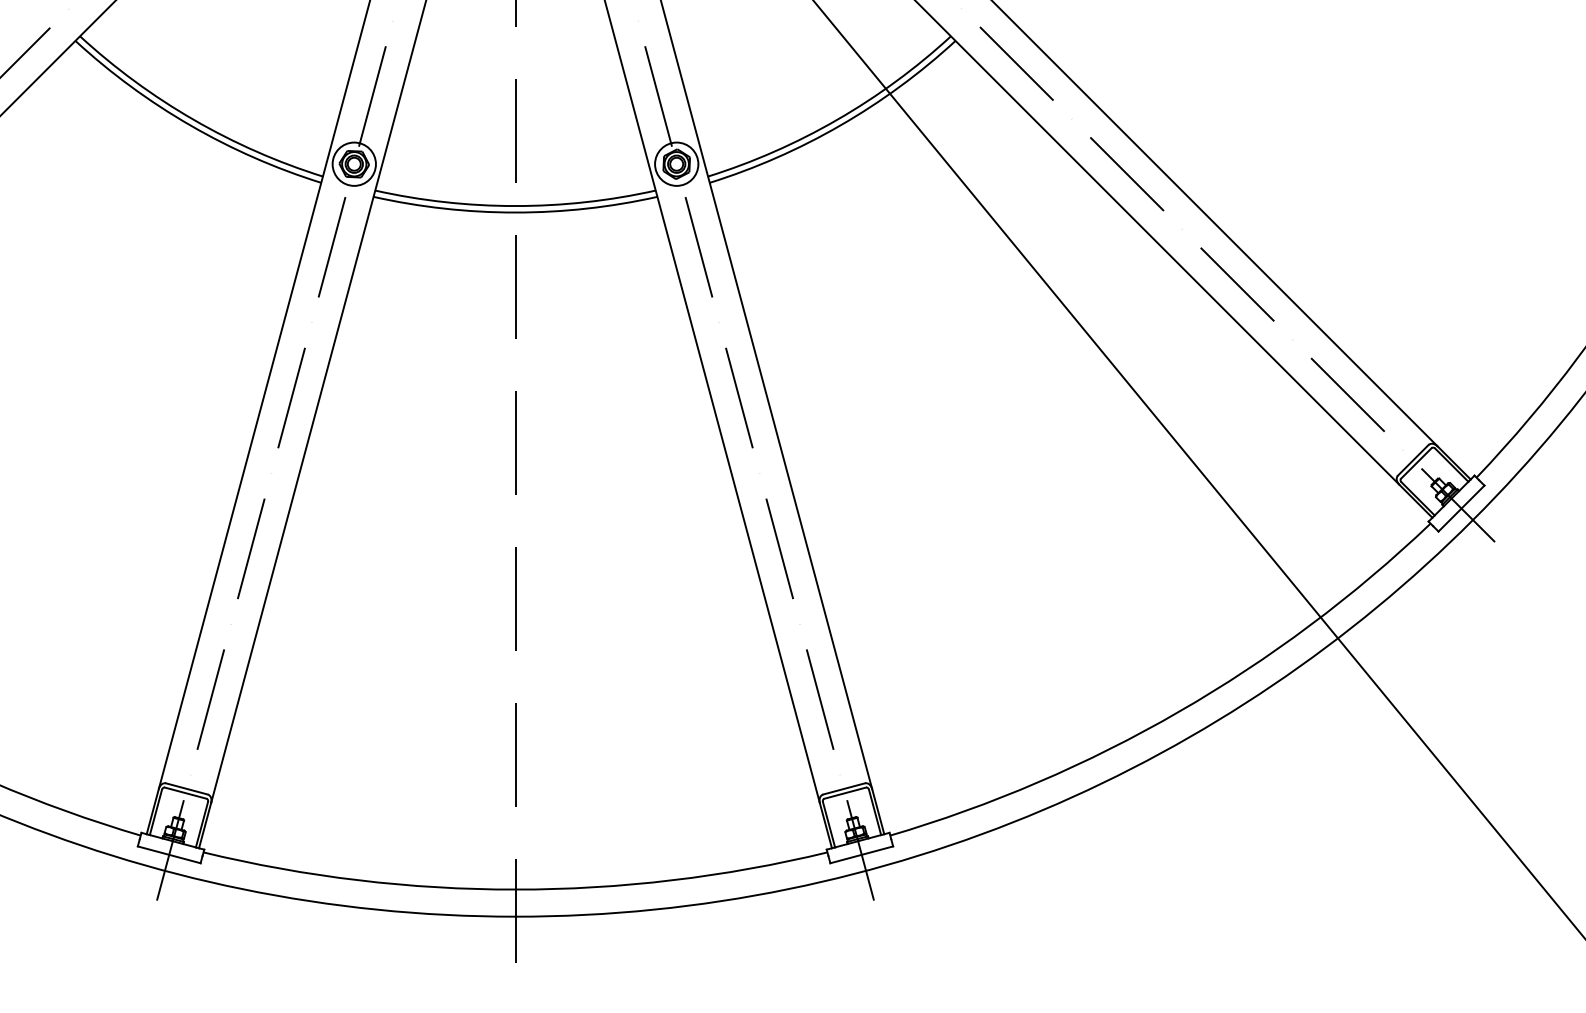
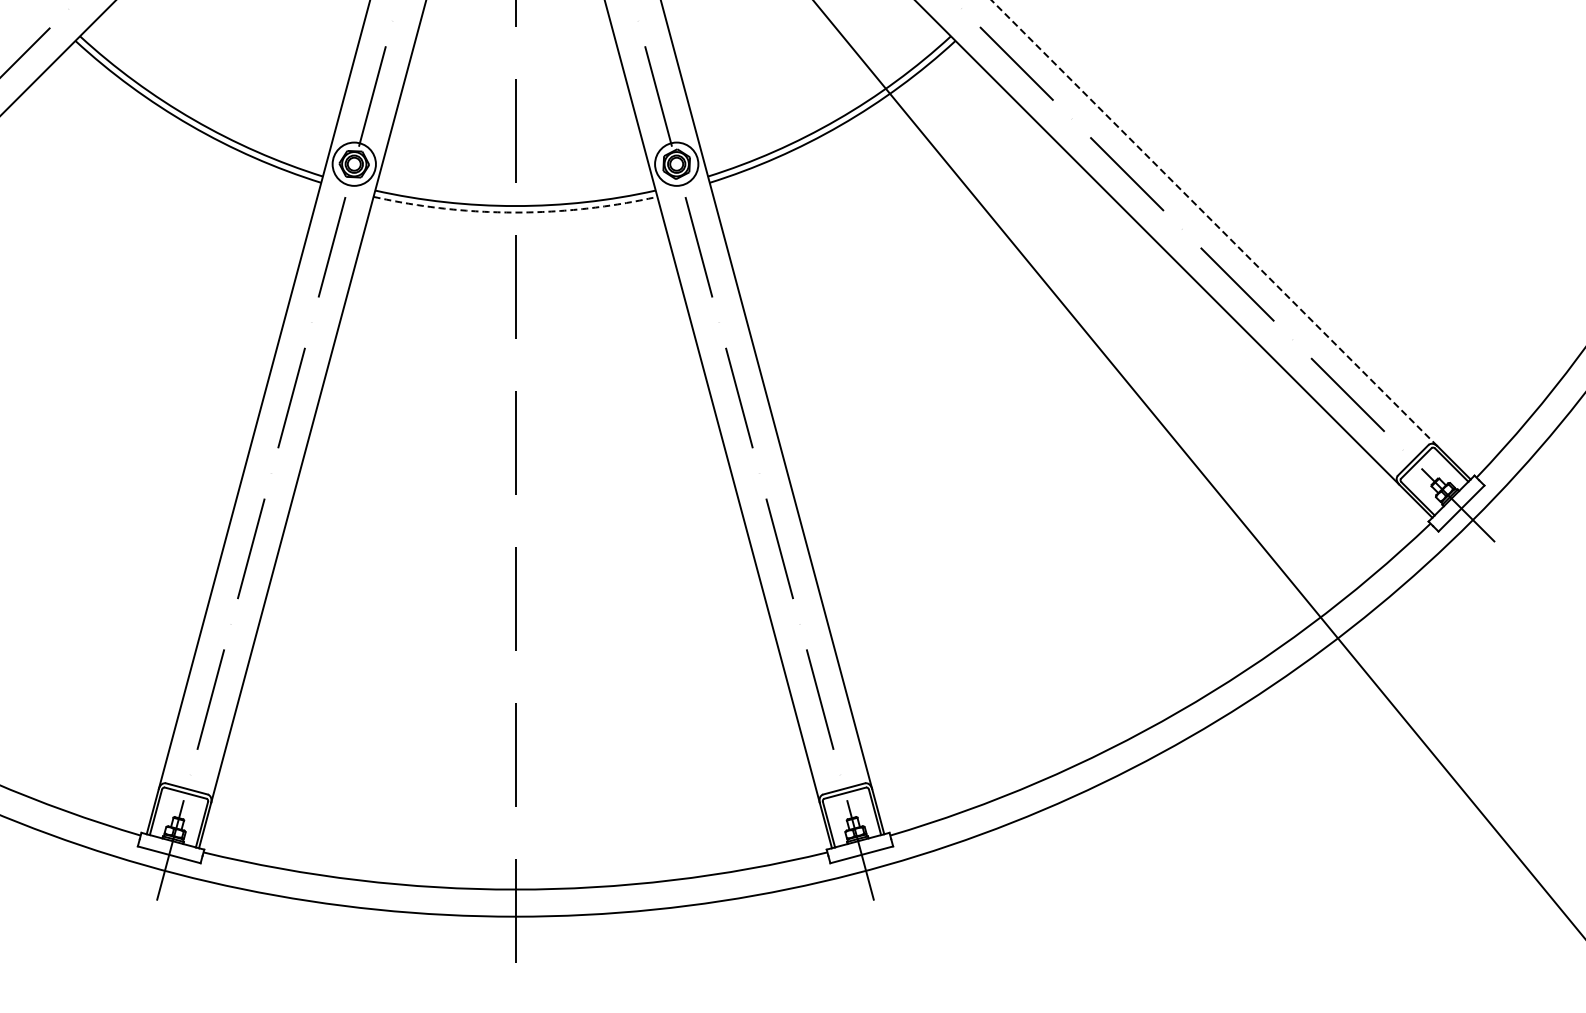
arc at (515, 212): solid -> dashed
line at (1214, 223): solid -> dashed
